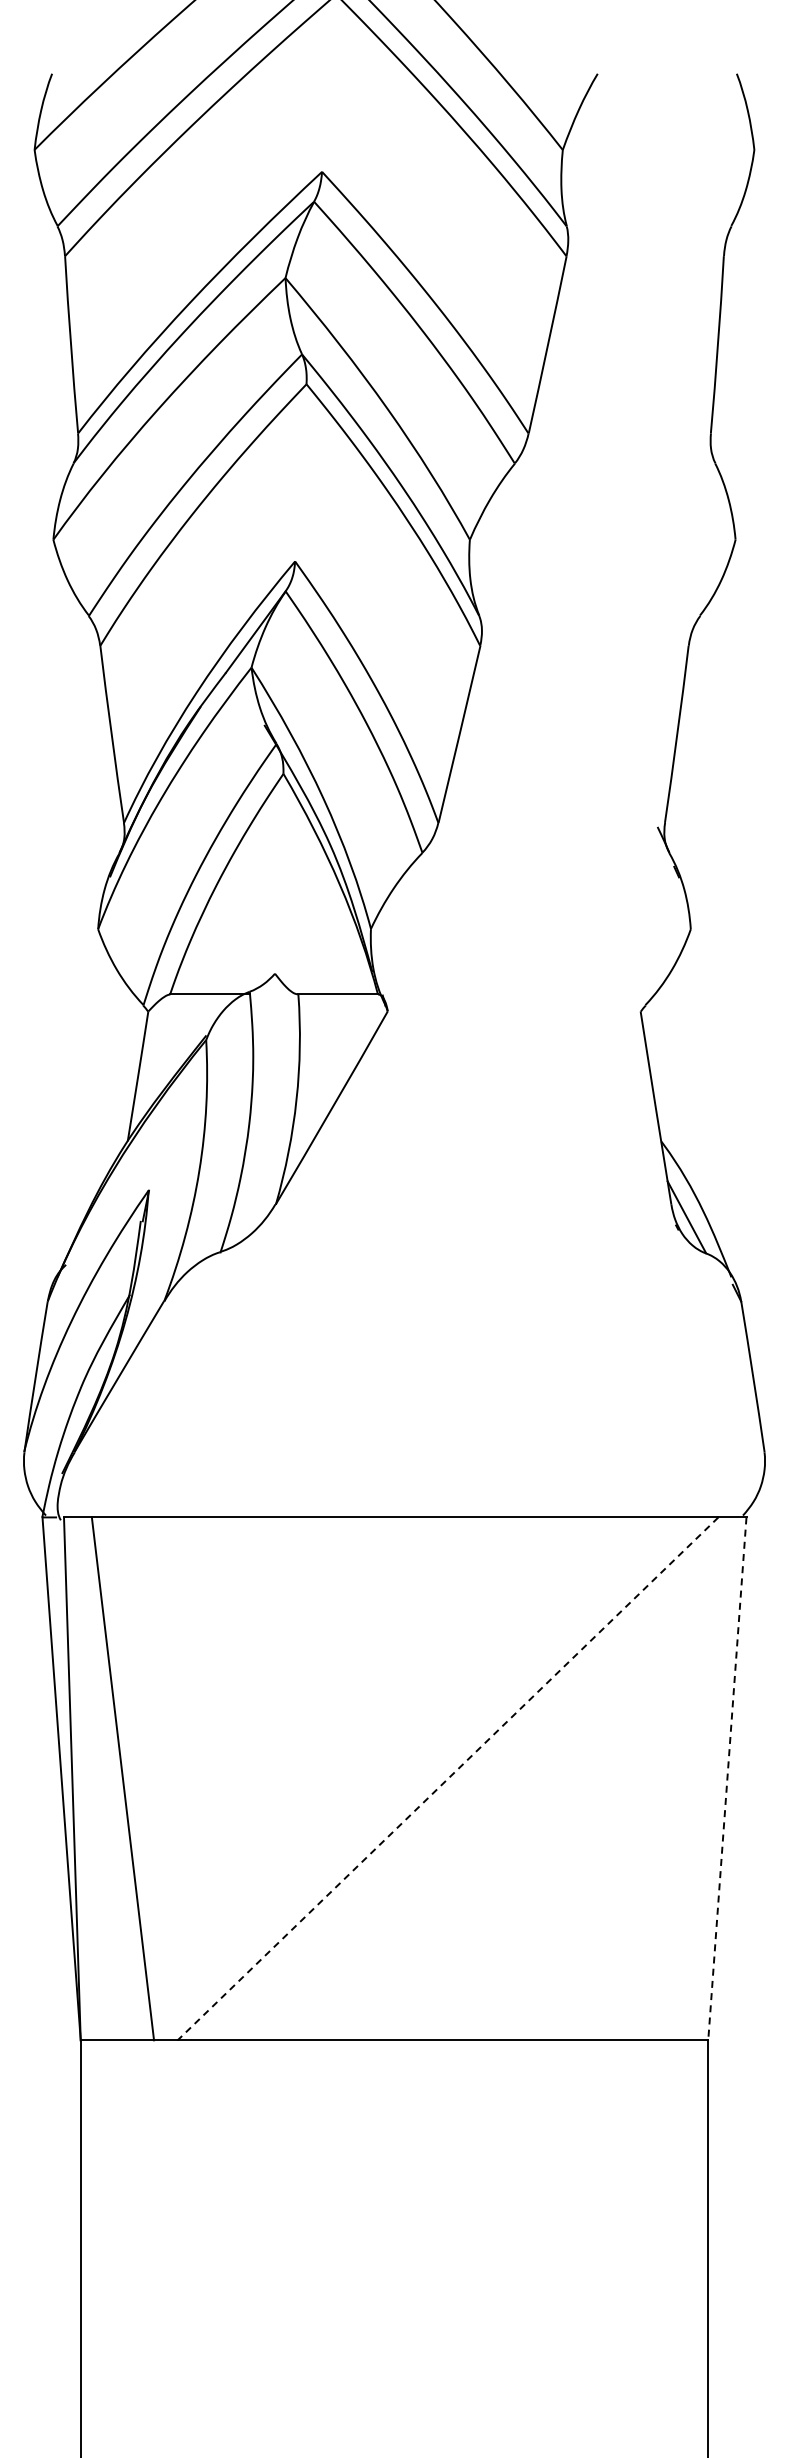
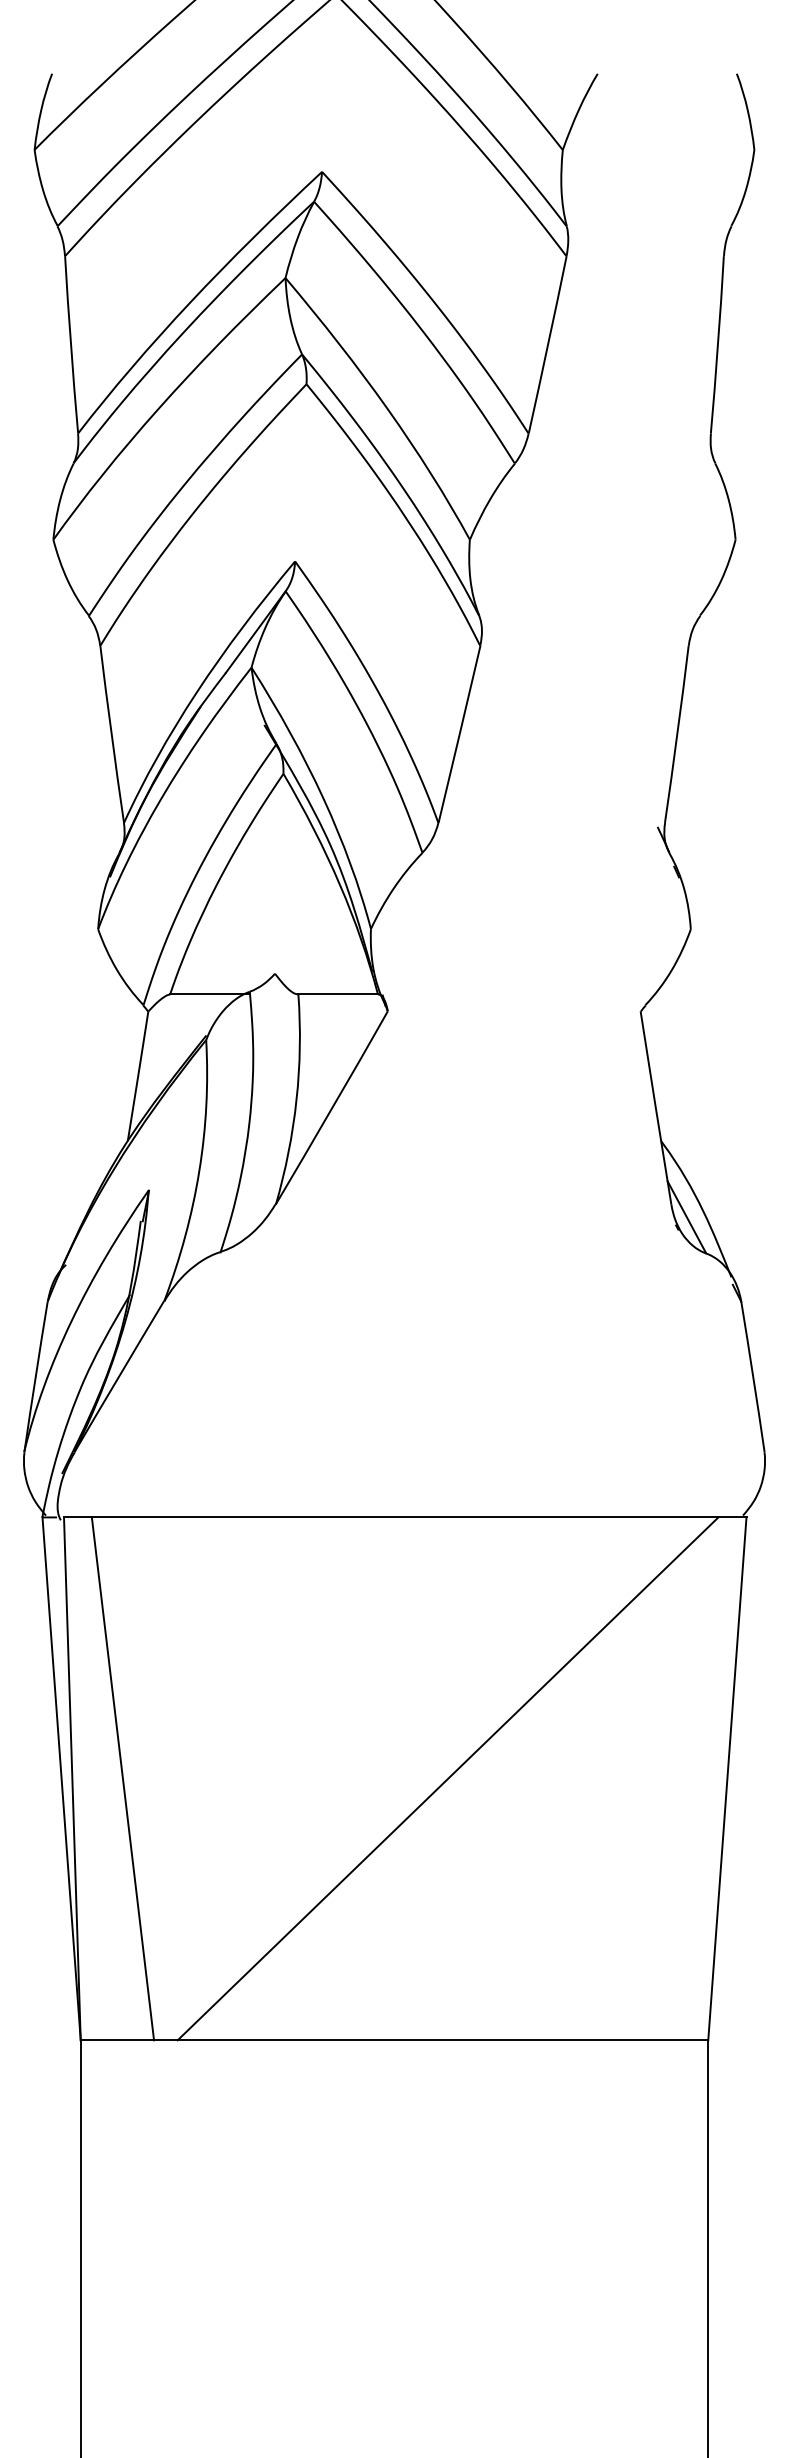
line at (447, 1779): dashed -> solid
line at (727, 1779): dashed -> solid
